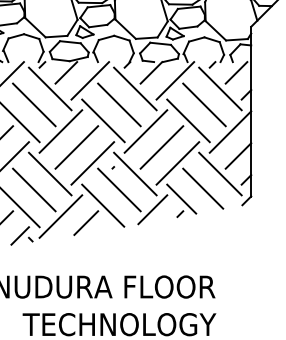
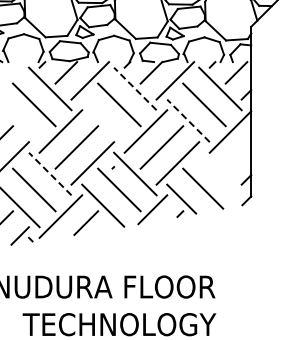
line at (12, 73): present -> none
line at (135, 88): solid -> dashed
line at (103, 120): present -> none
line at (188, 120): solid -> dashed
line at (20, 123): present -> none
line at (238, 155): present -> none
line at (49, 173): solid -> dashed
line at (220, 173): present -> none
